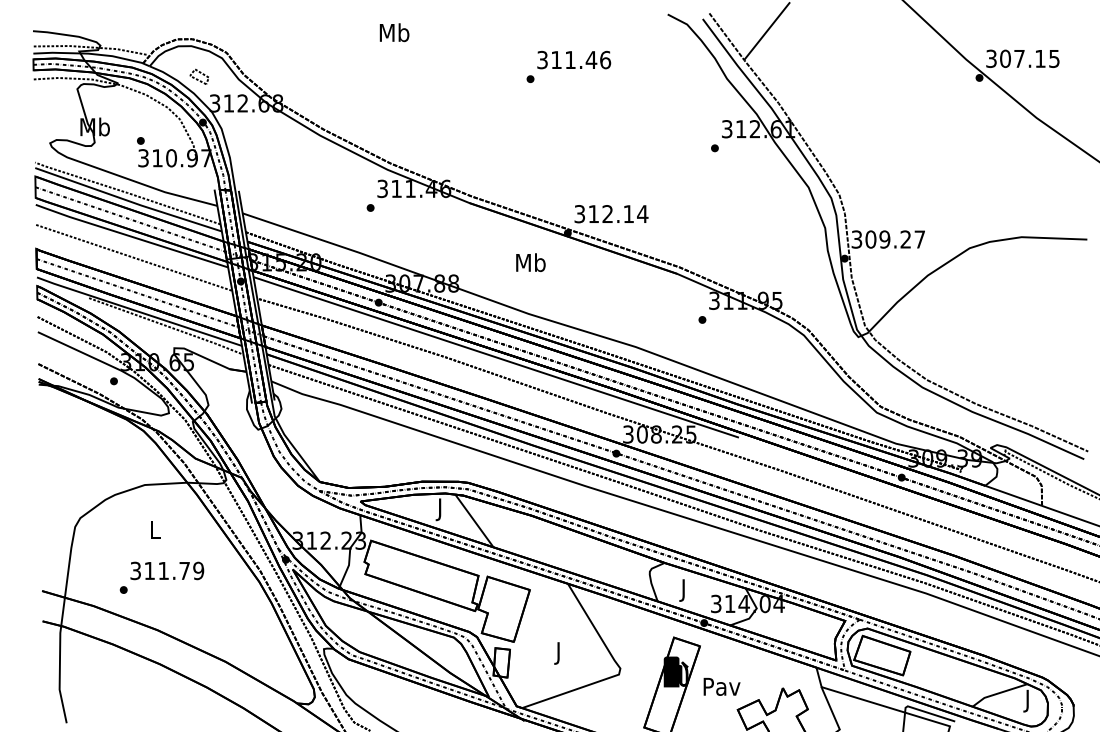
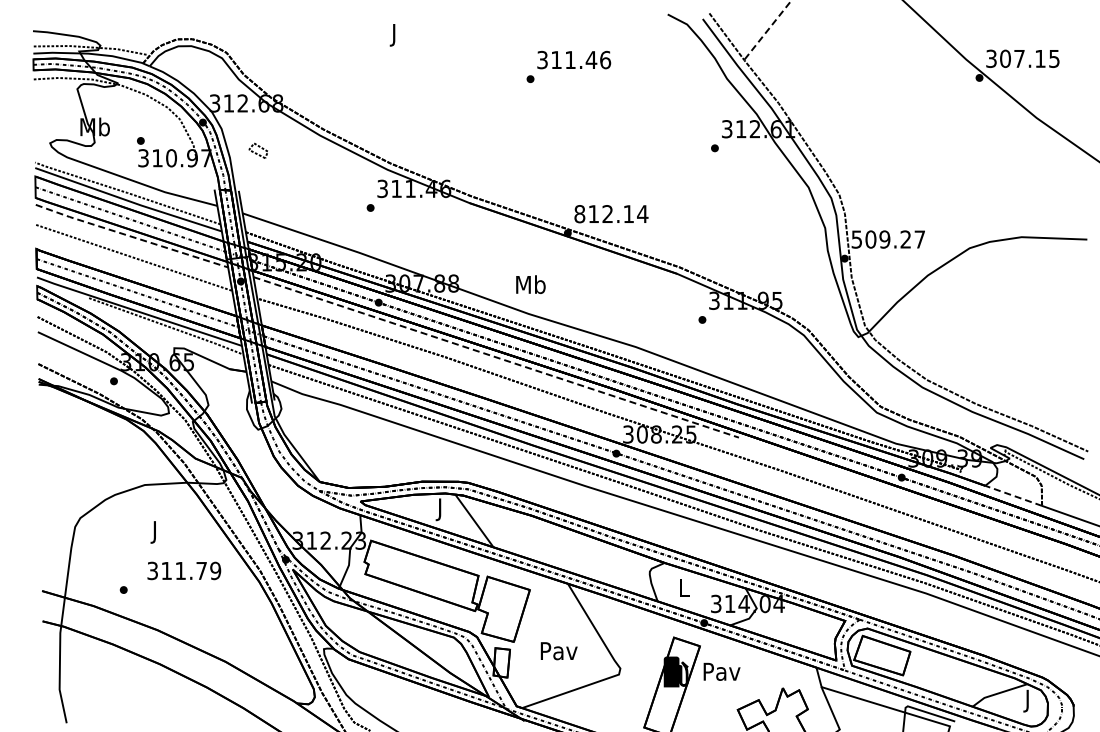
line at (767, 31): solid -> dashed
text at (394, 34): Mb -> J
part at (198, 76) position: (198, 76) -> (257, 150)
text at (579, 214): 312.14 -> 812.14
line at (130, 236): solid -> dashed
text at (857, 238): 309.27 -> 509.27
text at (530, 262) position: (530, 262) -> (530, 284)
line at (495, 357): solid -> dashed
line at (1013, 495): solid -> dashed
text at (155, 532): L -> J
text at (167, 570) position: (167, 570) -> (184, 570)
text at (684, 590): J -> L
text at (558, 653): J -> Pav
text at (721, 686) position: (721, 686) -> (721, 671)
